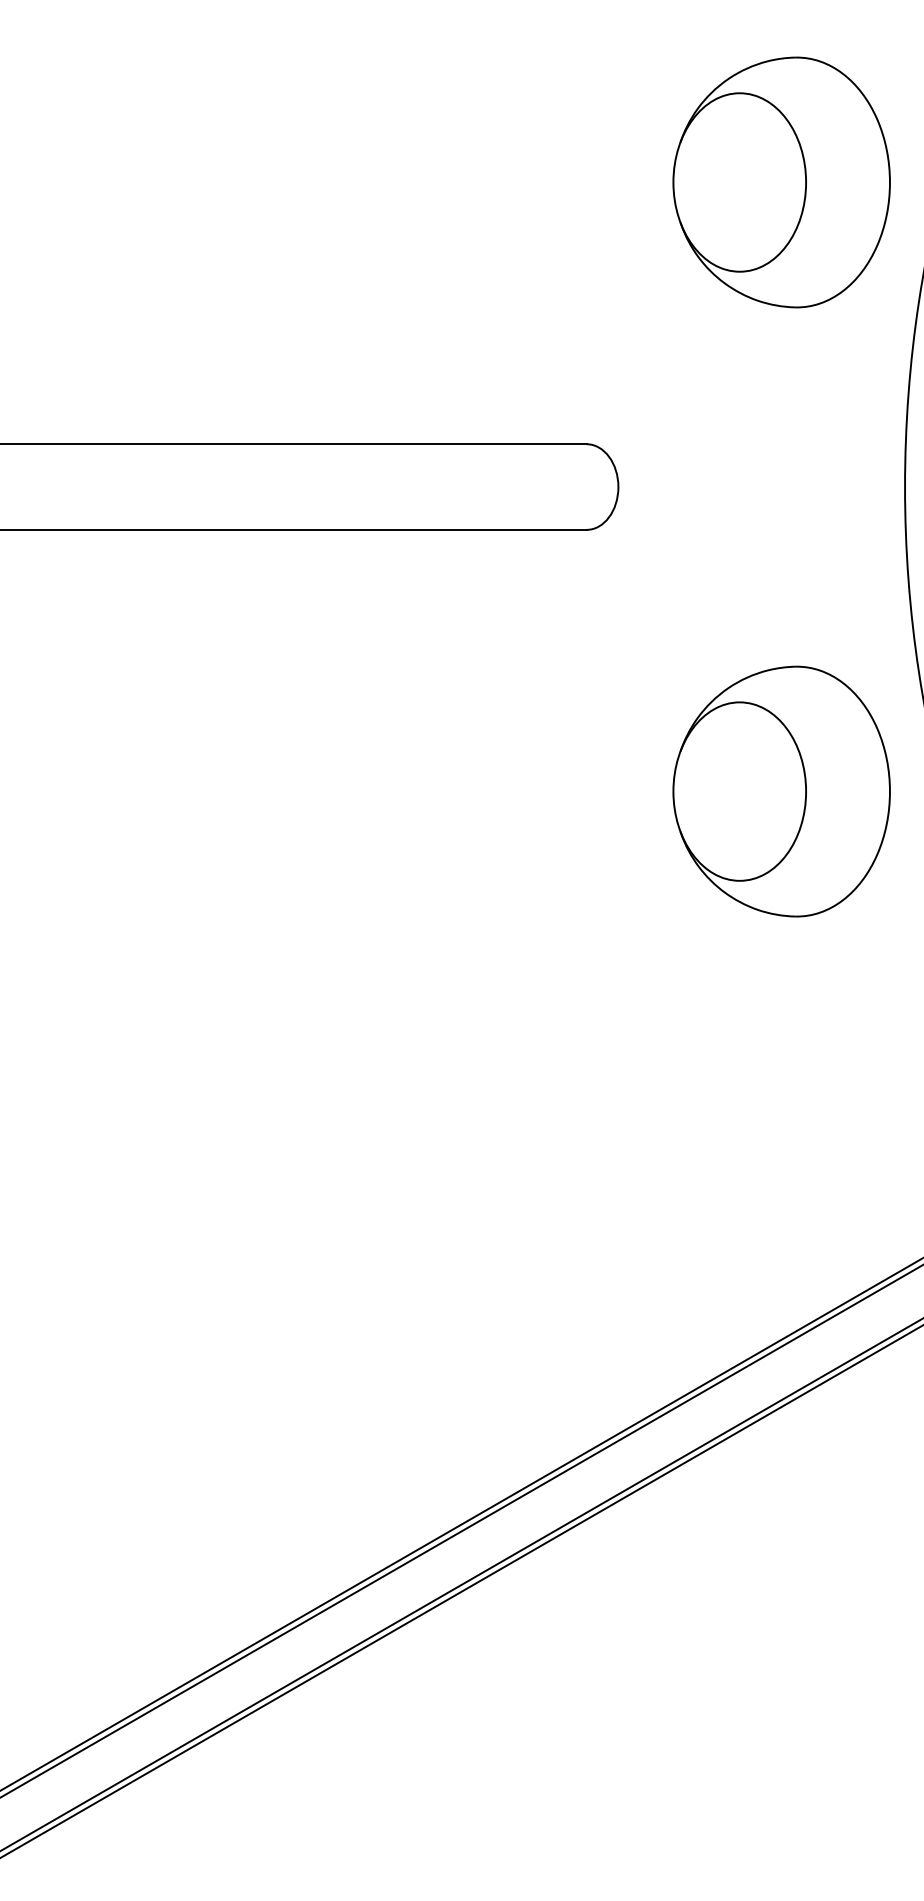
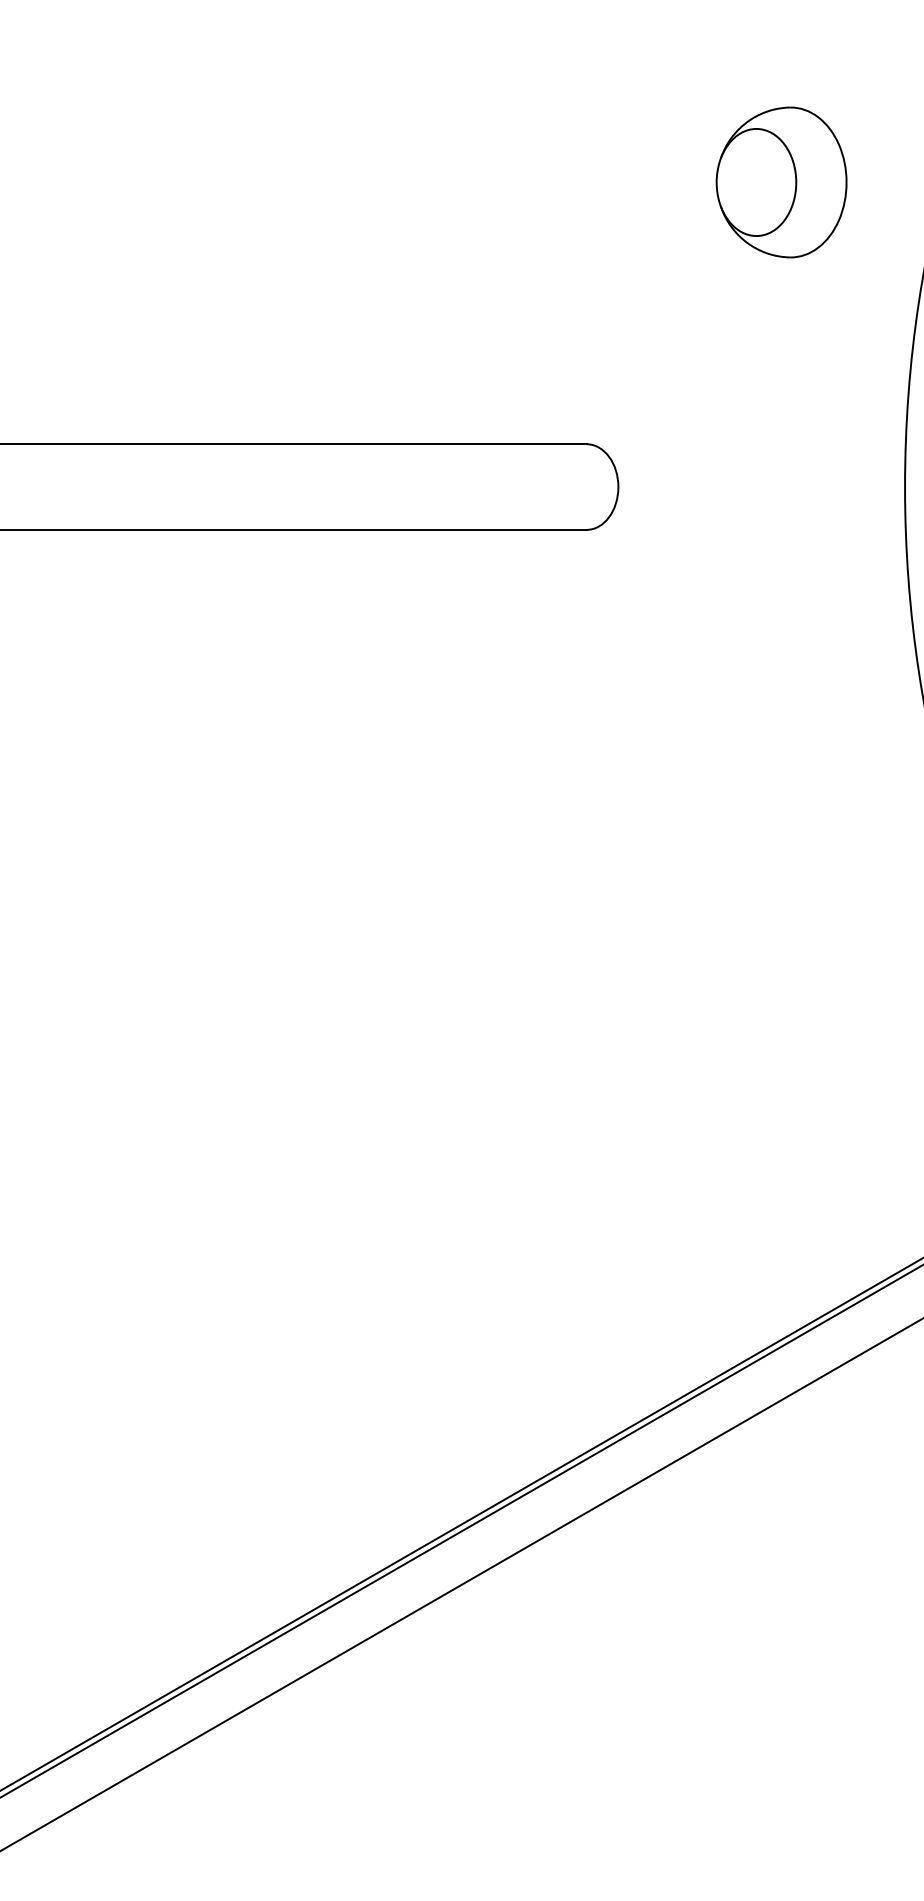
part at (781, 182) size: 219x253 px -> 133x153 px
part at (781, 791): present -> none
line at (461, 1591): present -> none
